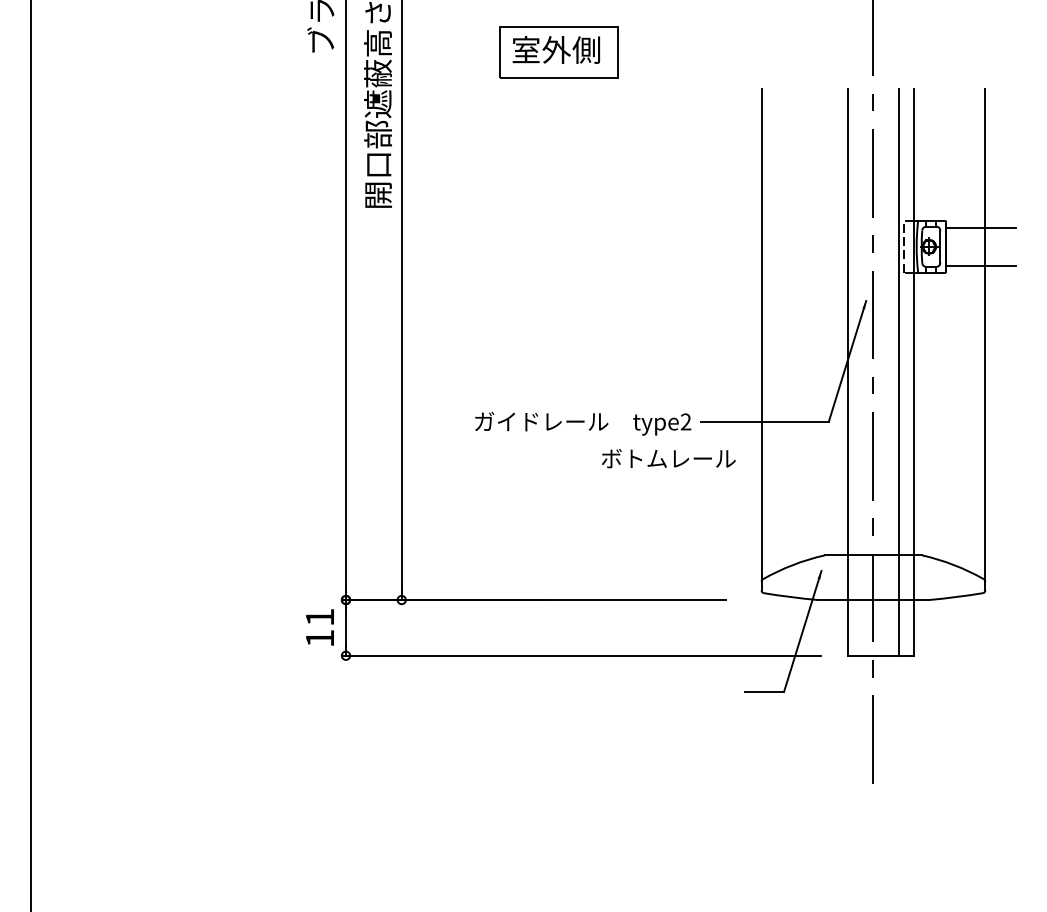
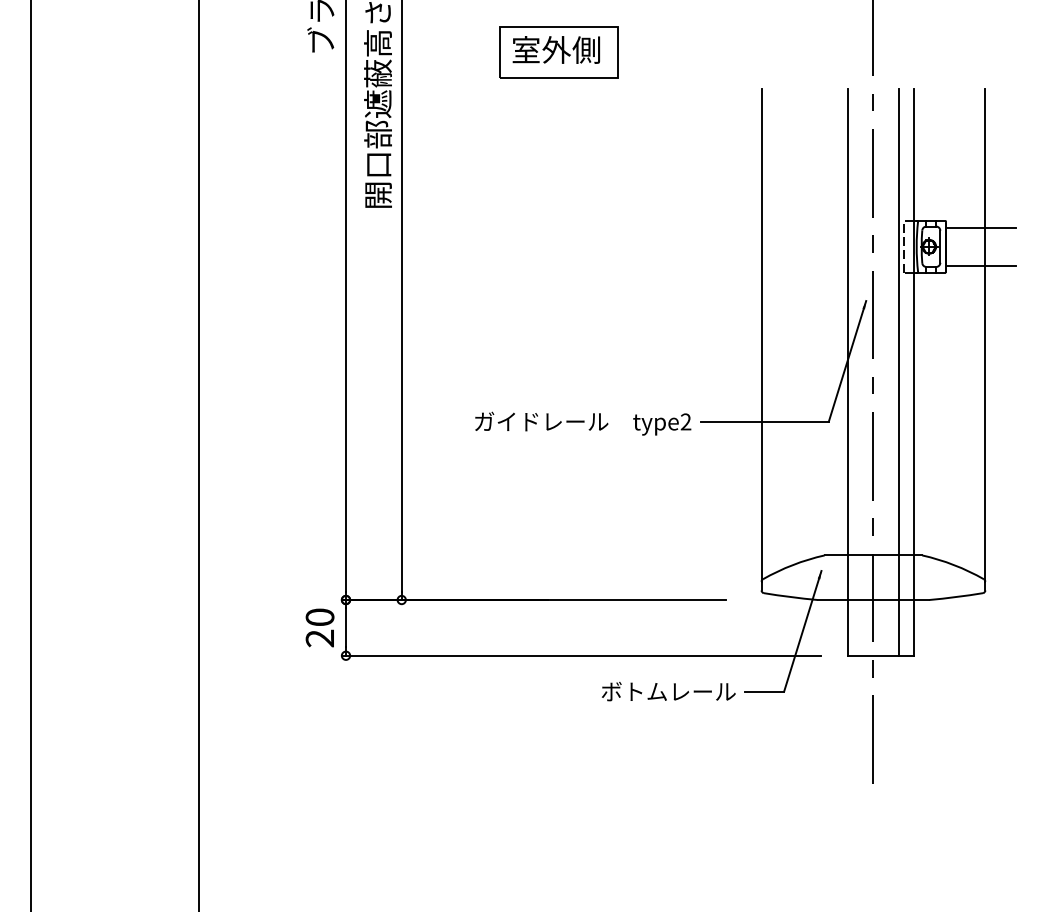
line at (198, 455): none -> present
text at (668, 458) position: (668, 458) -> (668, 691)
text at (319, 627): 11 -> 20
